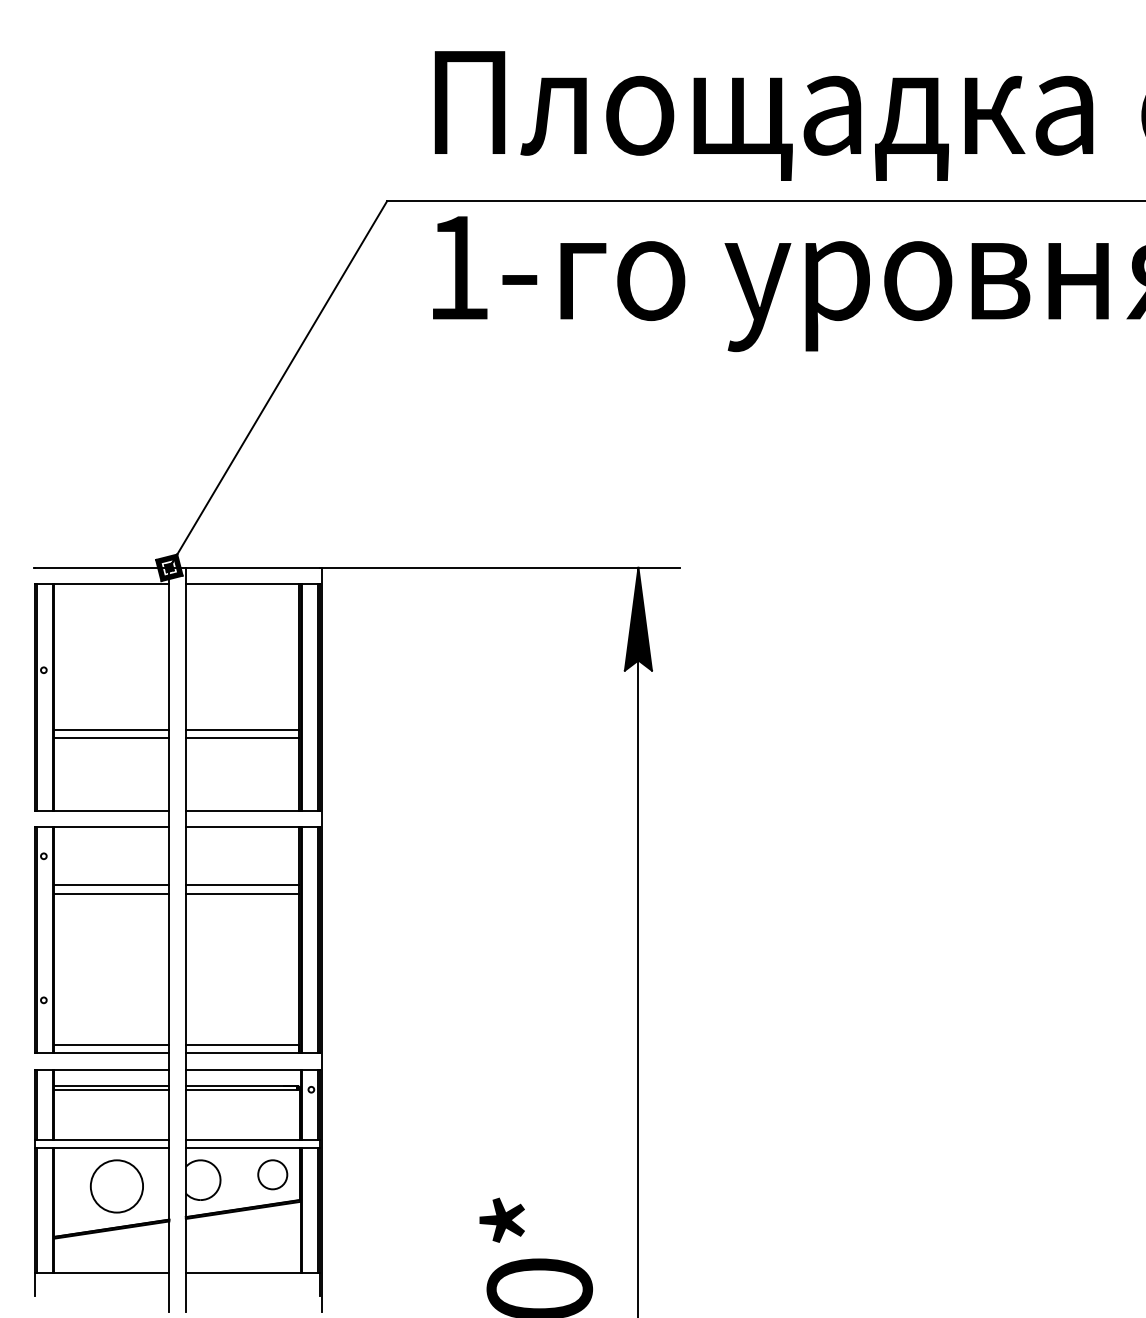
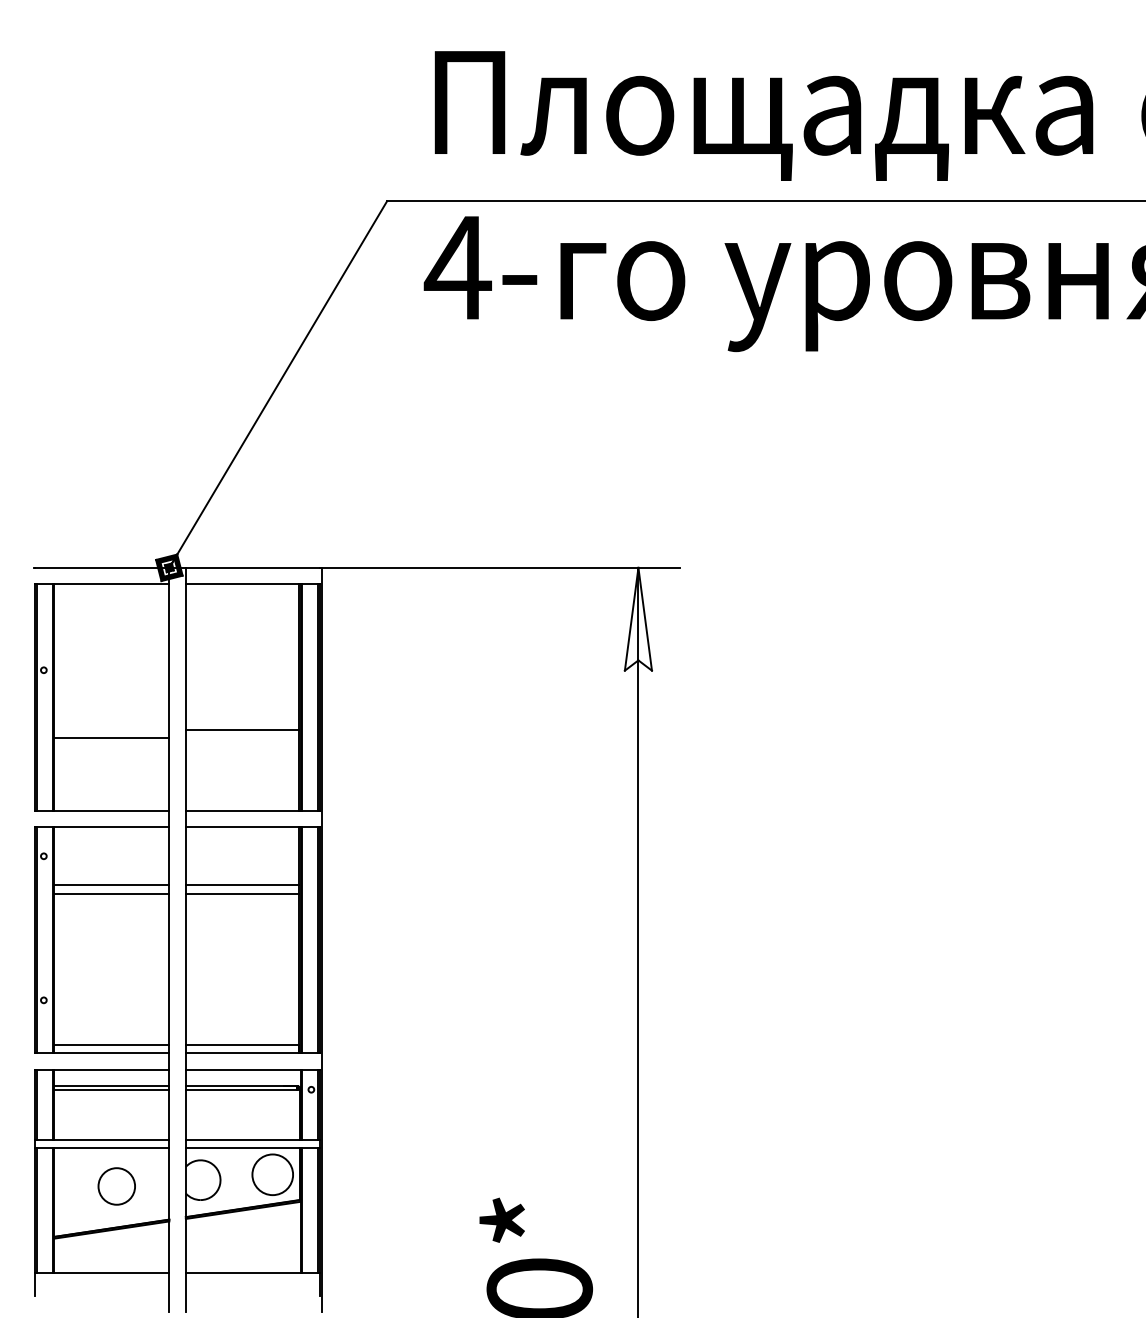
text at (457, 267): 1- -> 4-
fill at (637, 618): present -> none
line at (111, 729): present -> none
line at (241, 737): present -> none
circle at (272, 1174) diameter: 29 px -> 41 px
circle at (116, 1186) size: 55x55 px -> 39x39 px
